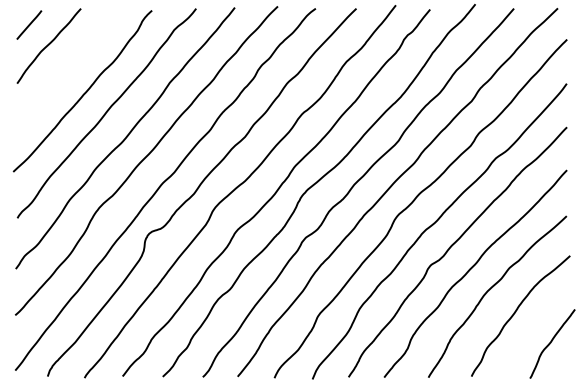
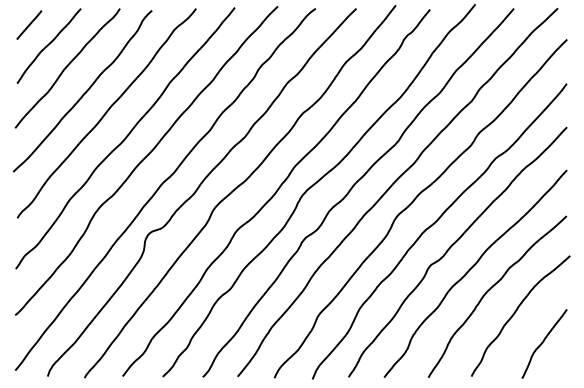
curve at (67, 67): none -> present
curve at (551, 343) position: (551, 343) -> (543, 343)
